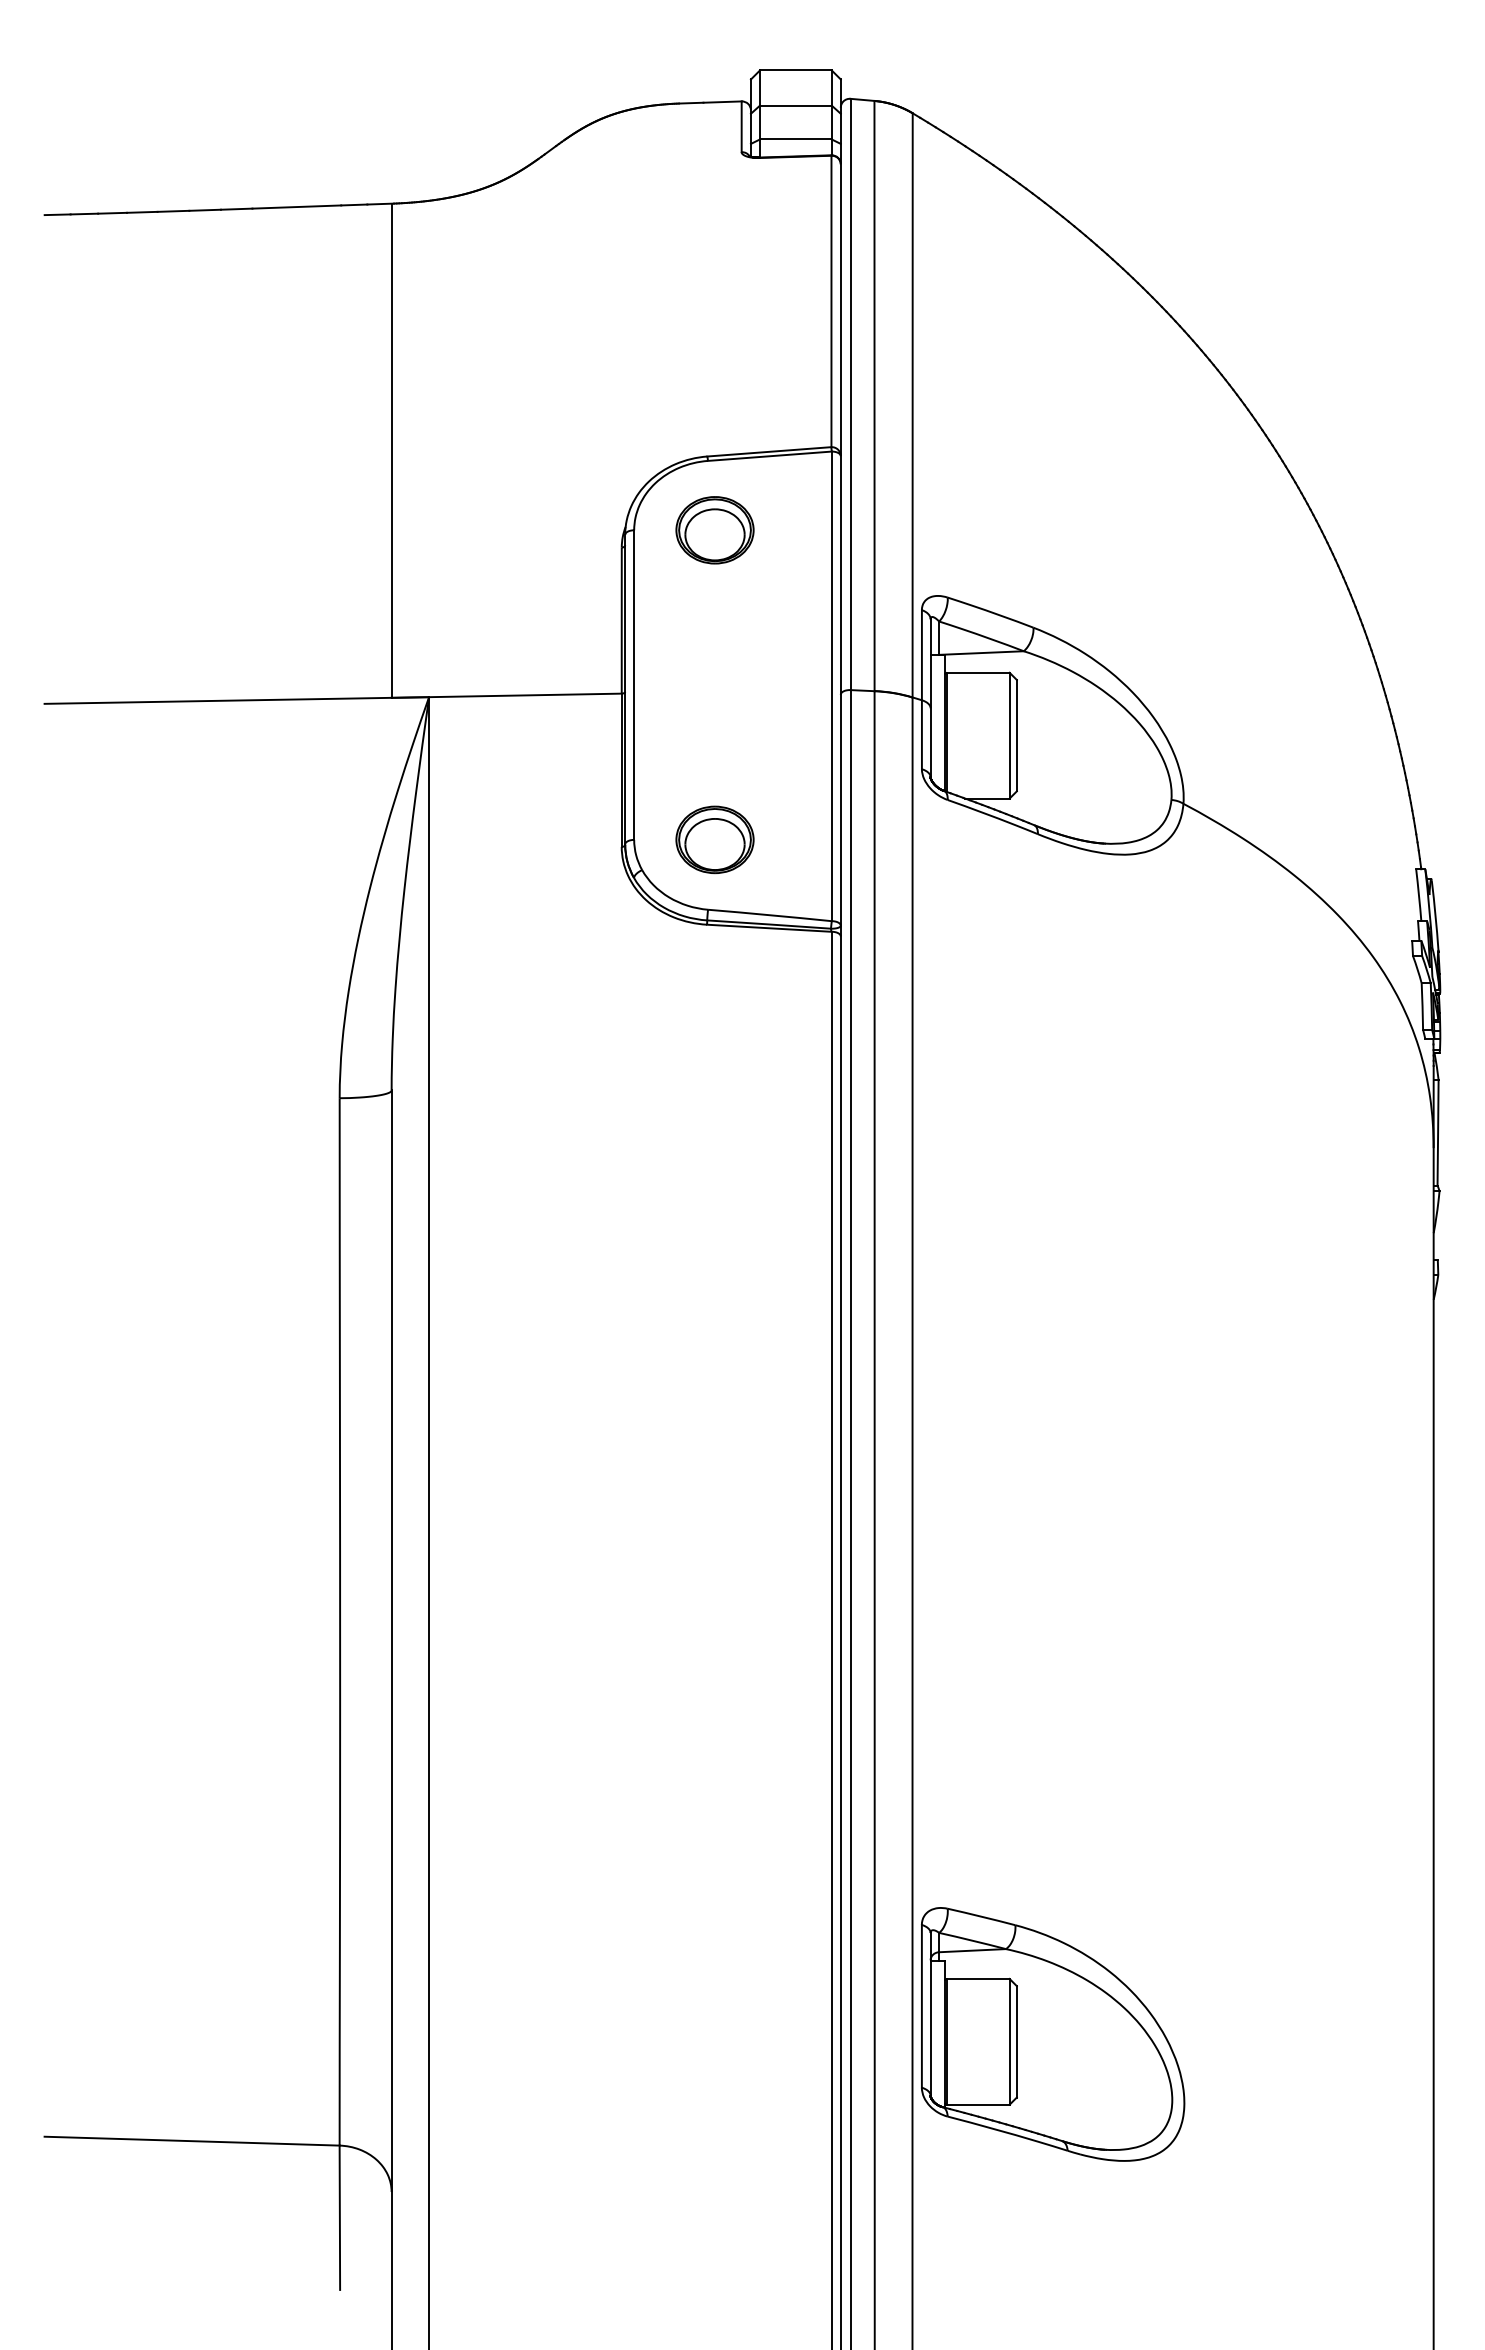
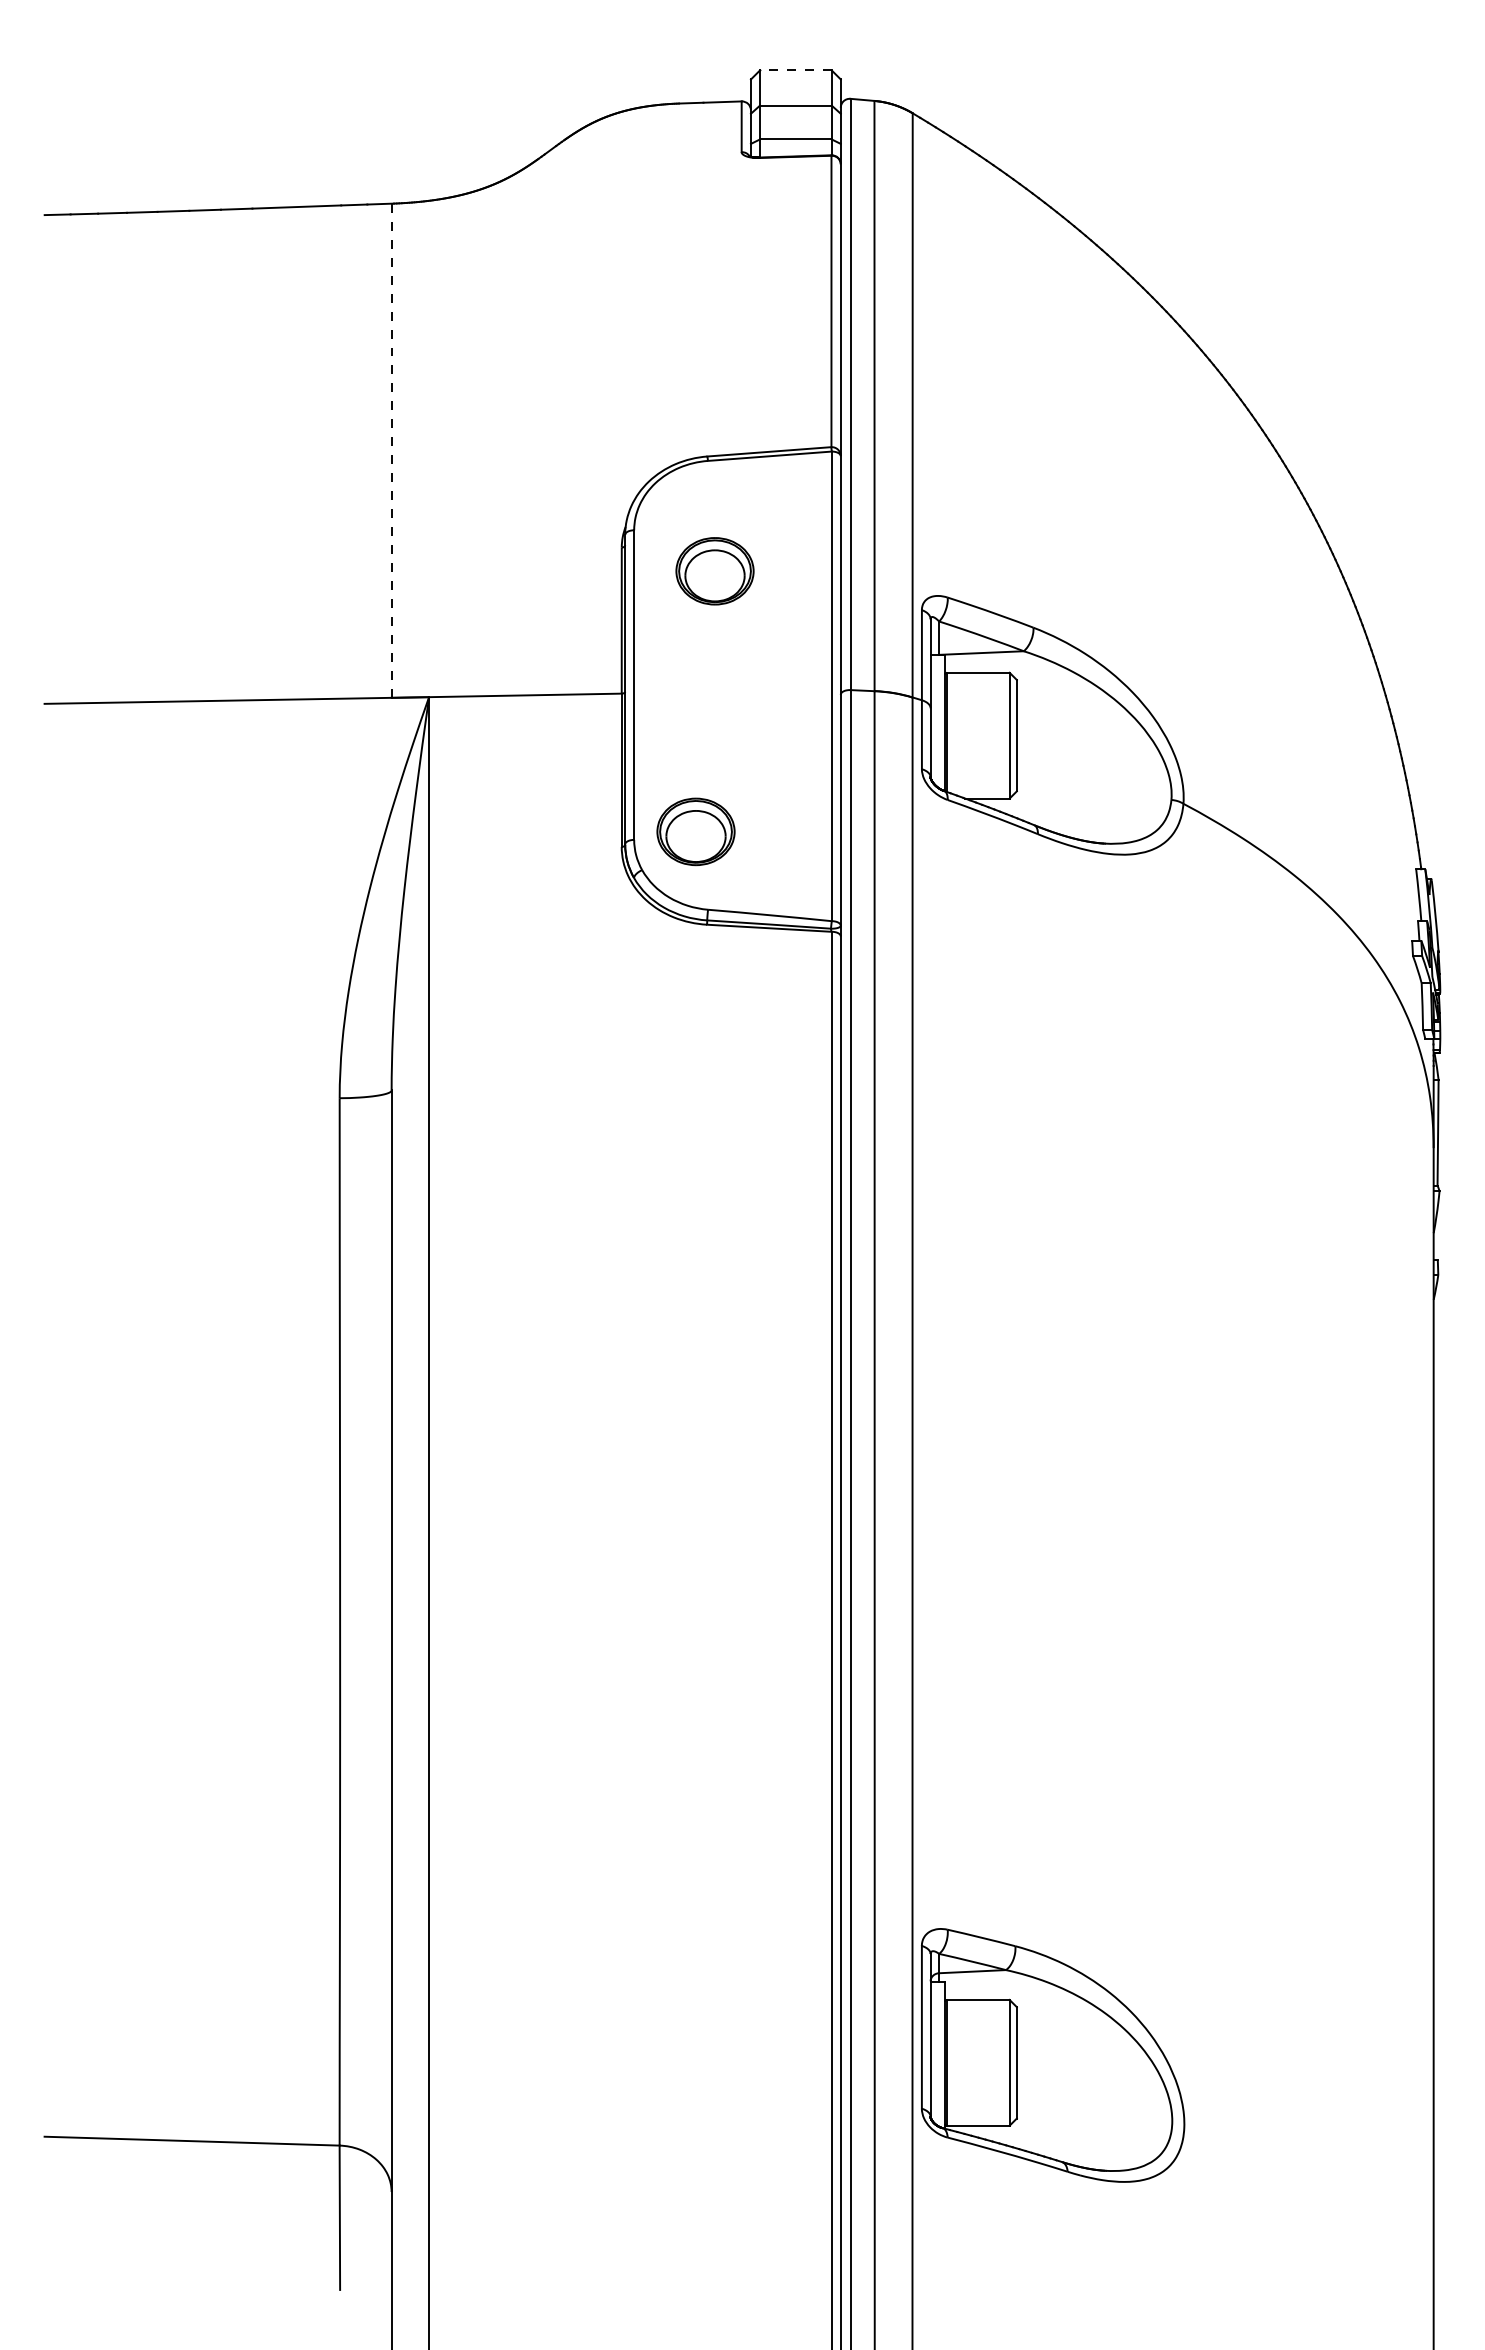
line at (795, 70): solid -> dashed
line at (391, 450): solid -> dashed
part at (714, 530) position: (714, 530) -> (714, 571)
part at (714, 839) position: (714, 839) -> (695, 831)
part at (1053, 2034) position: (1053, 2034) -> (1053, 2055)
